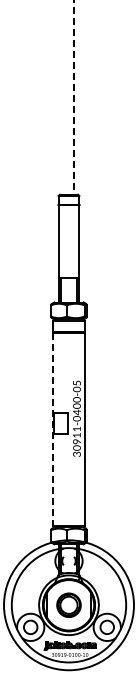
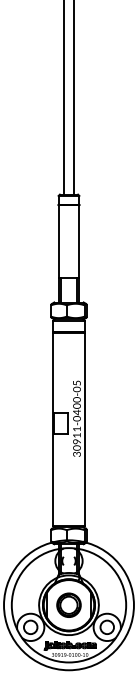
line at (74, 97): dashed -> solid
line at (63, 98): none -> present
line at (53, 429): dashed -> solid
